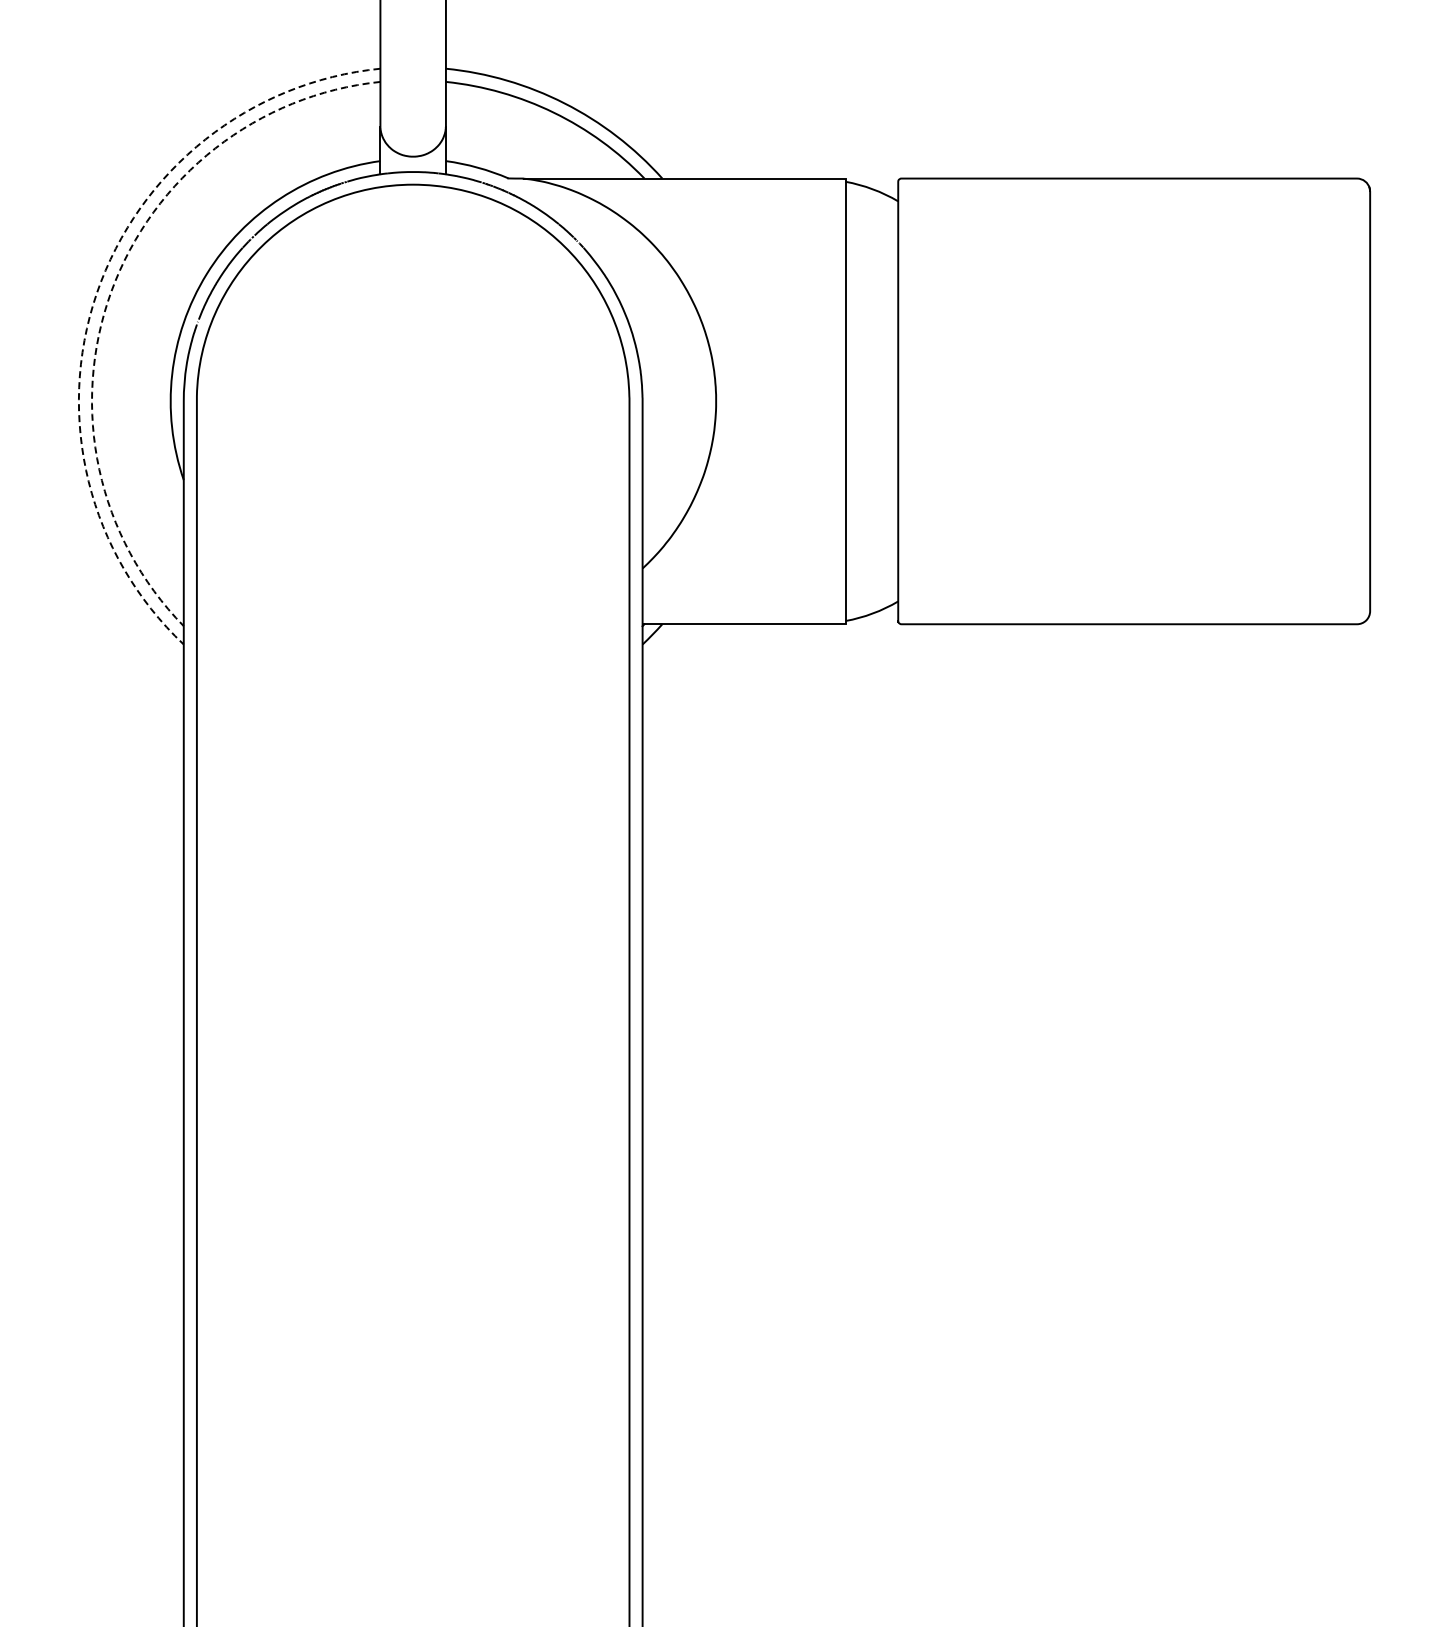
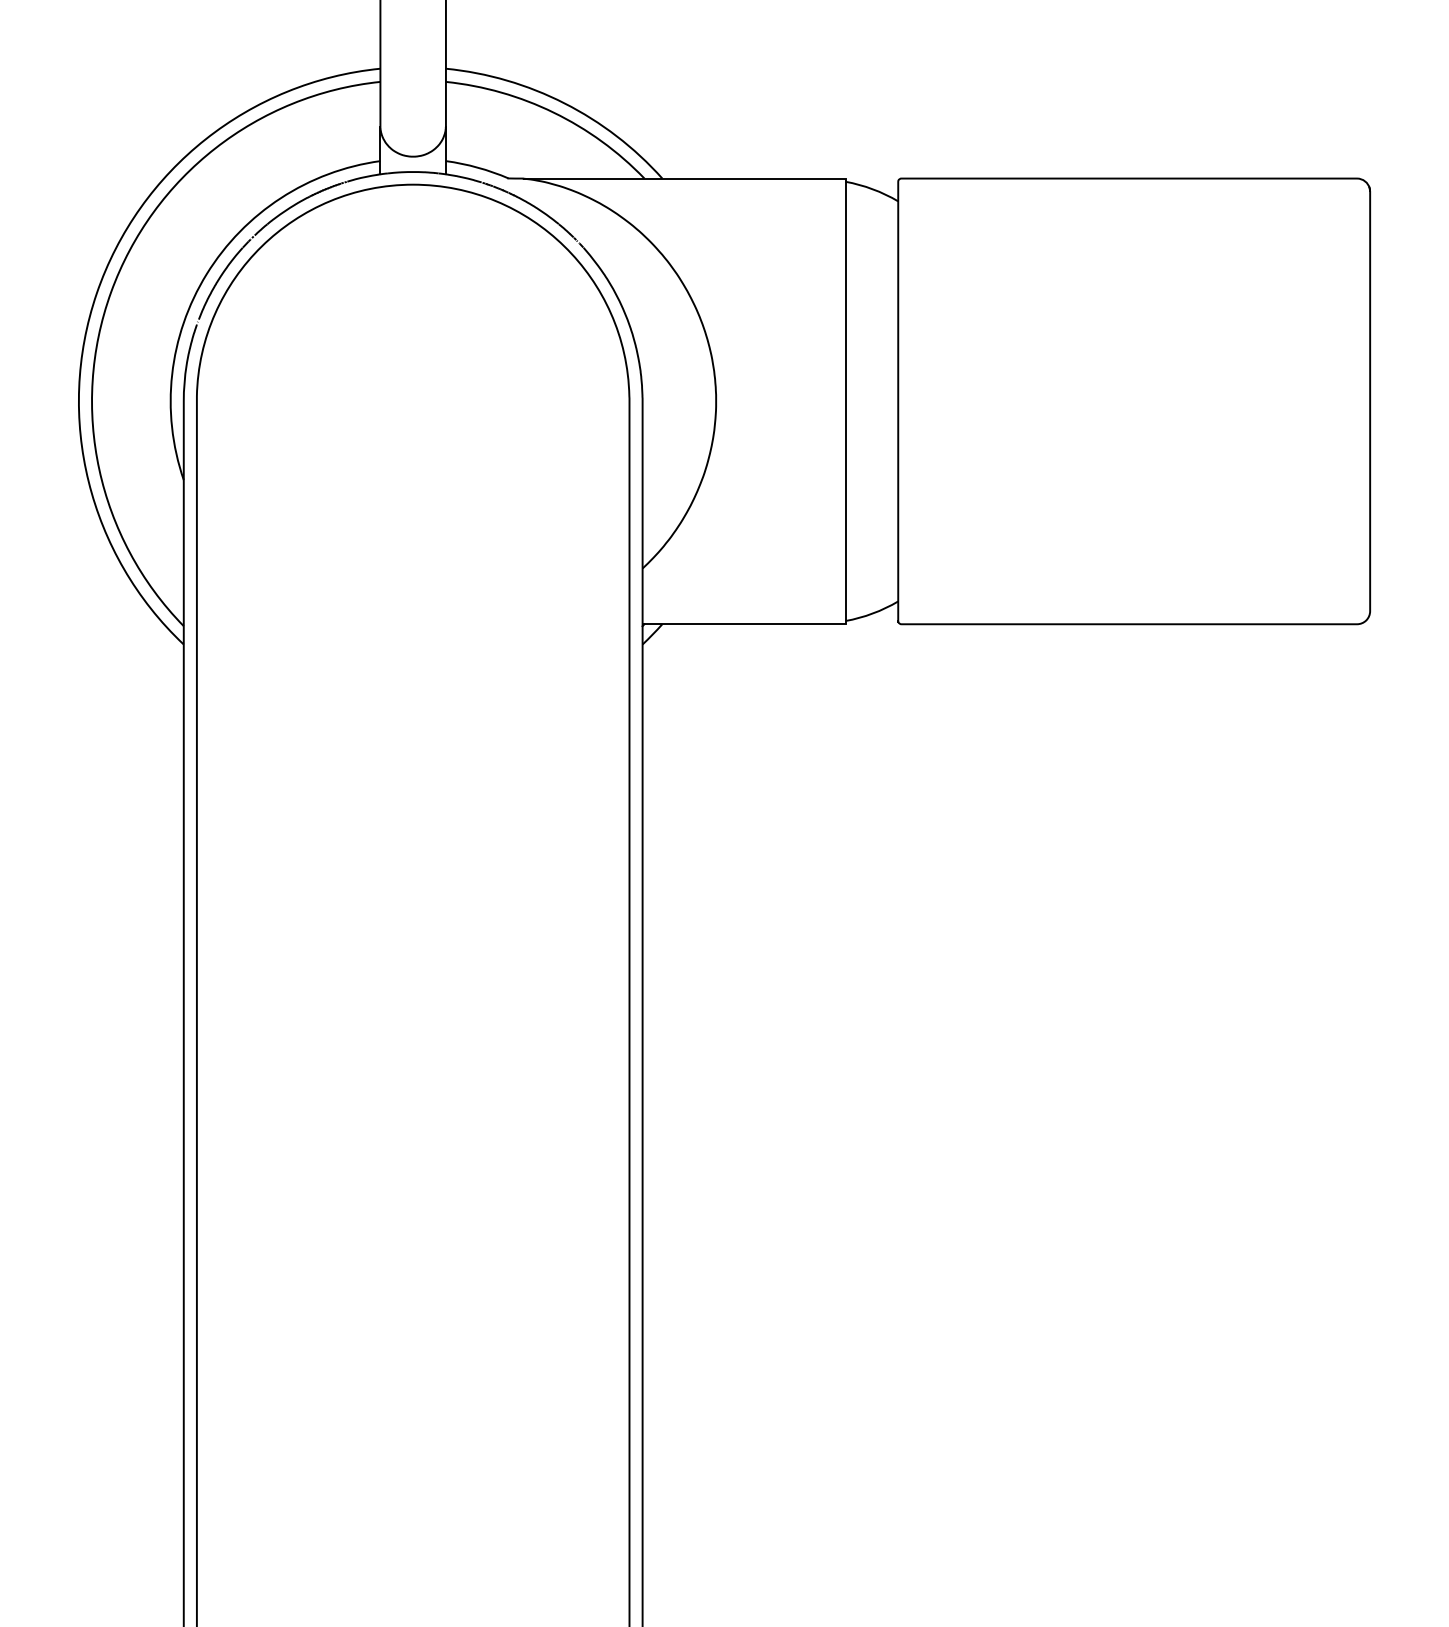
arc at (111, 292): dashed -> solid
arc at (96, 293): dashed -> solid
